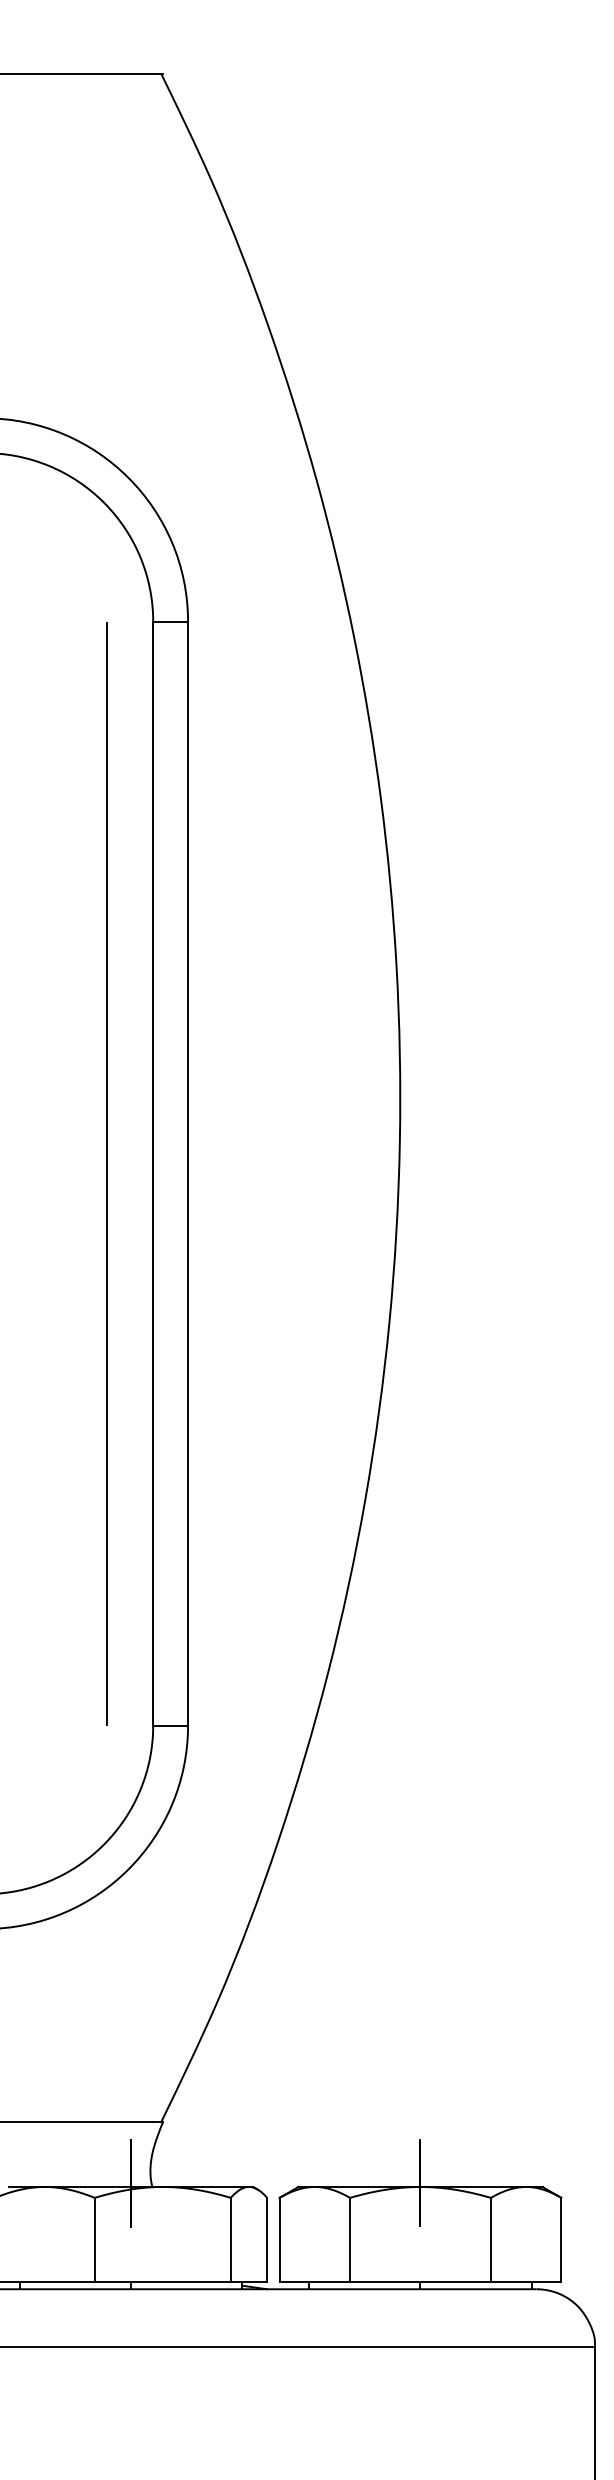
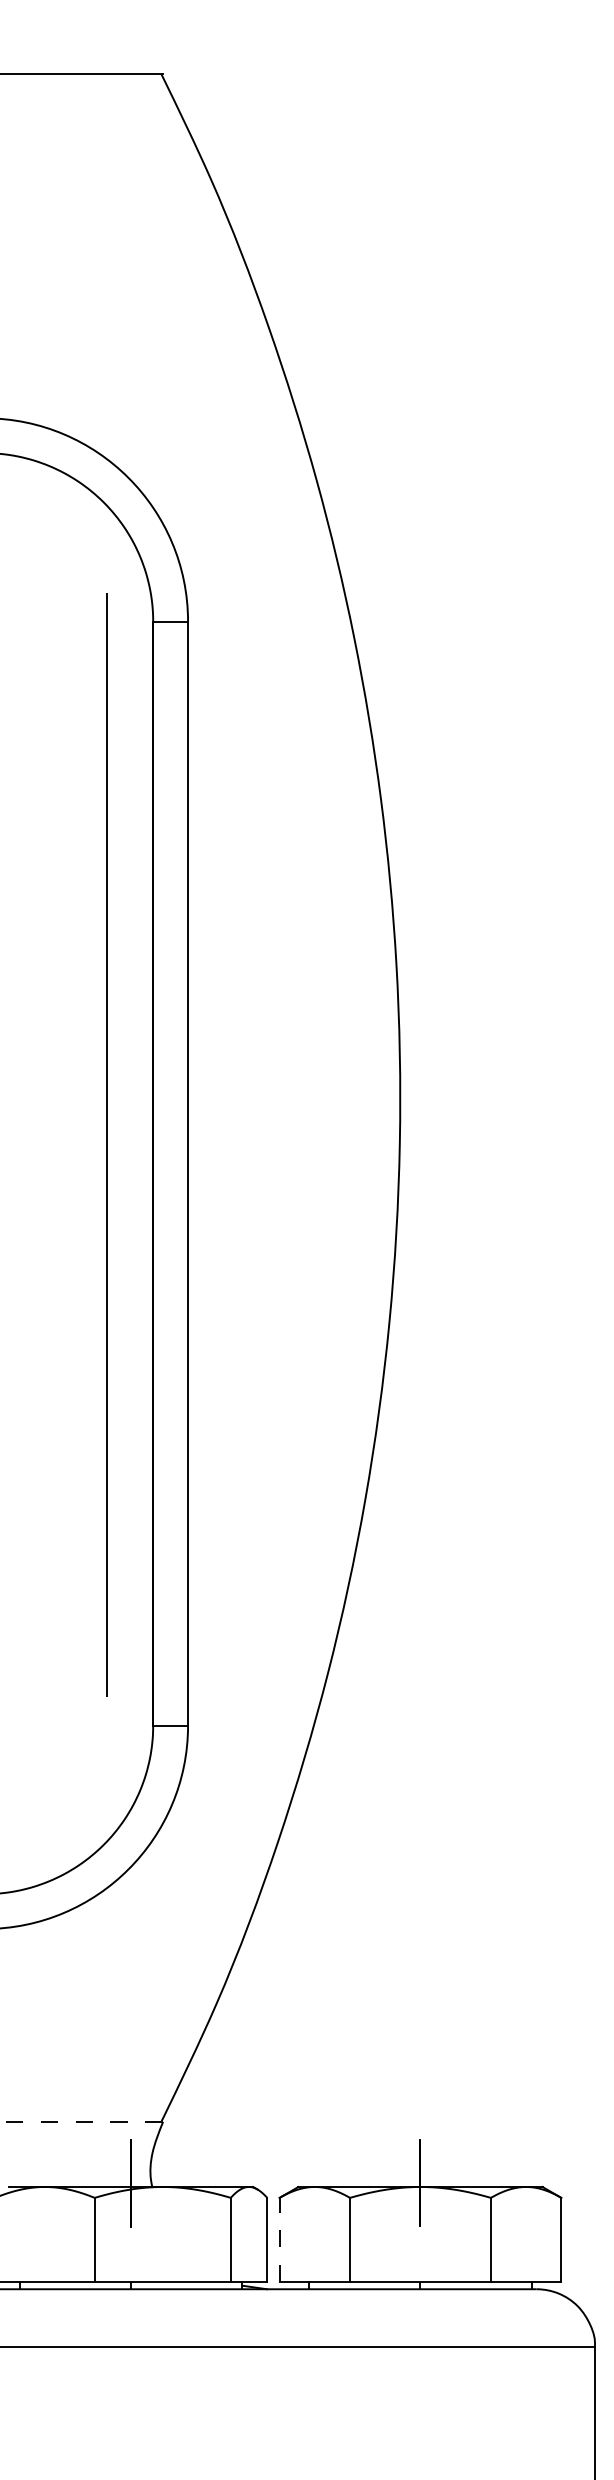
line at (106, 1173) position: (106, 1173) -> (106, 1144)
line at (81, 2121): solid -> dashed
line at (279, 2239): solid -> dashed
